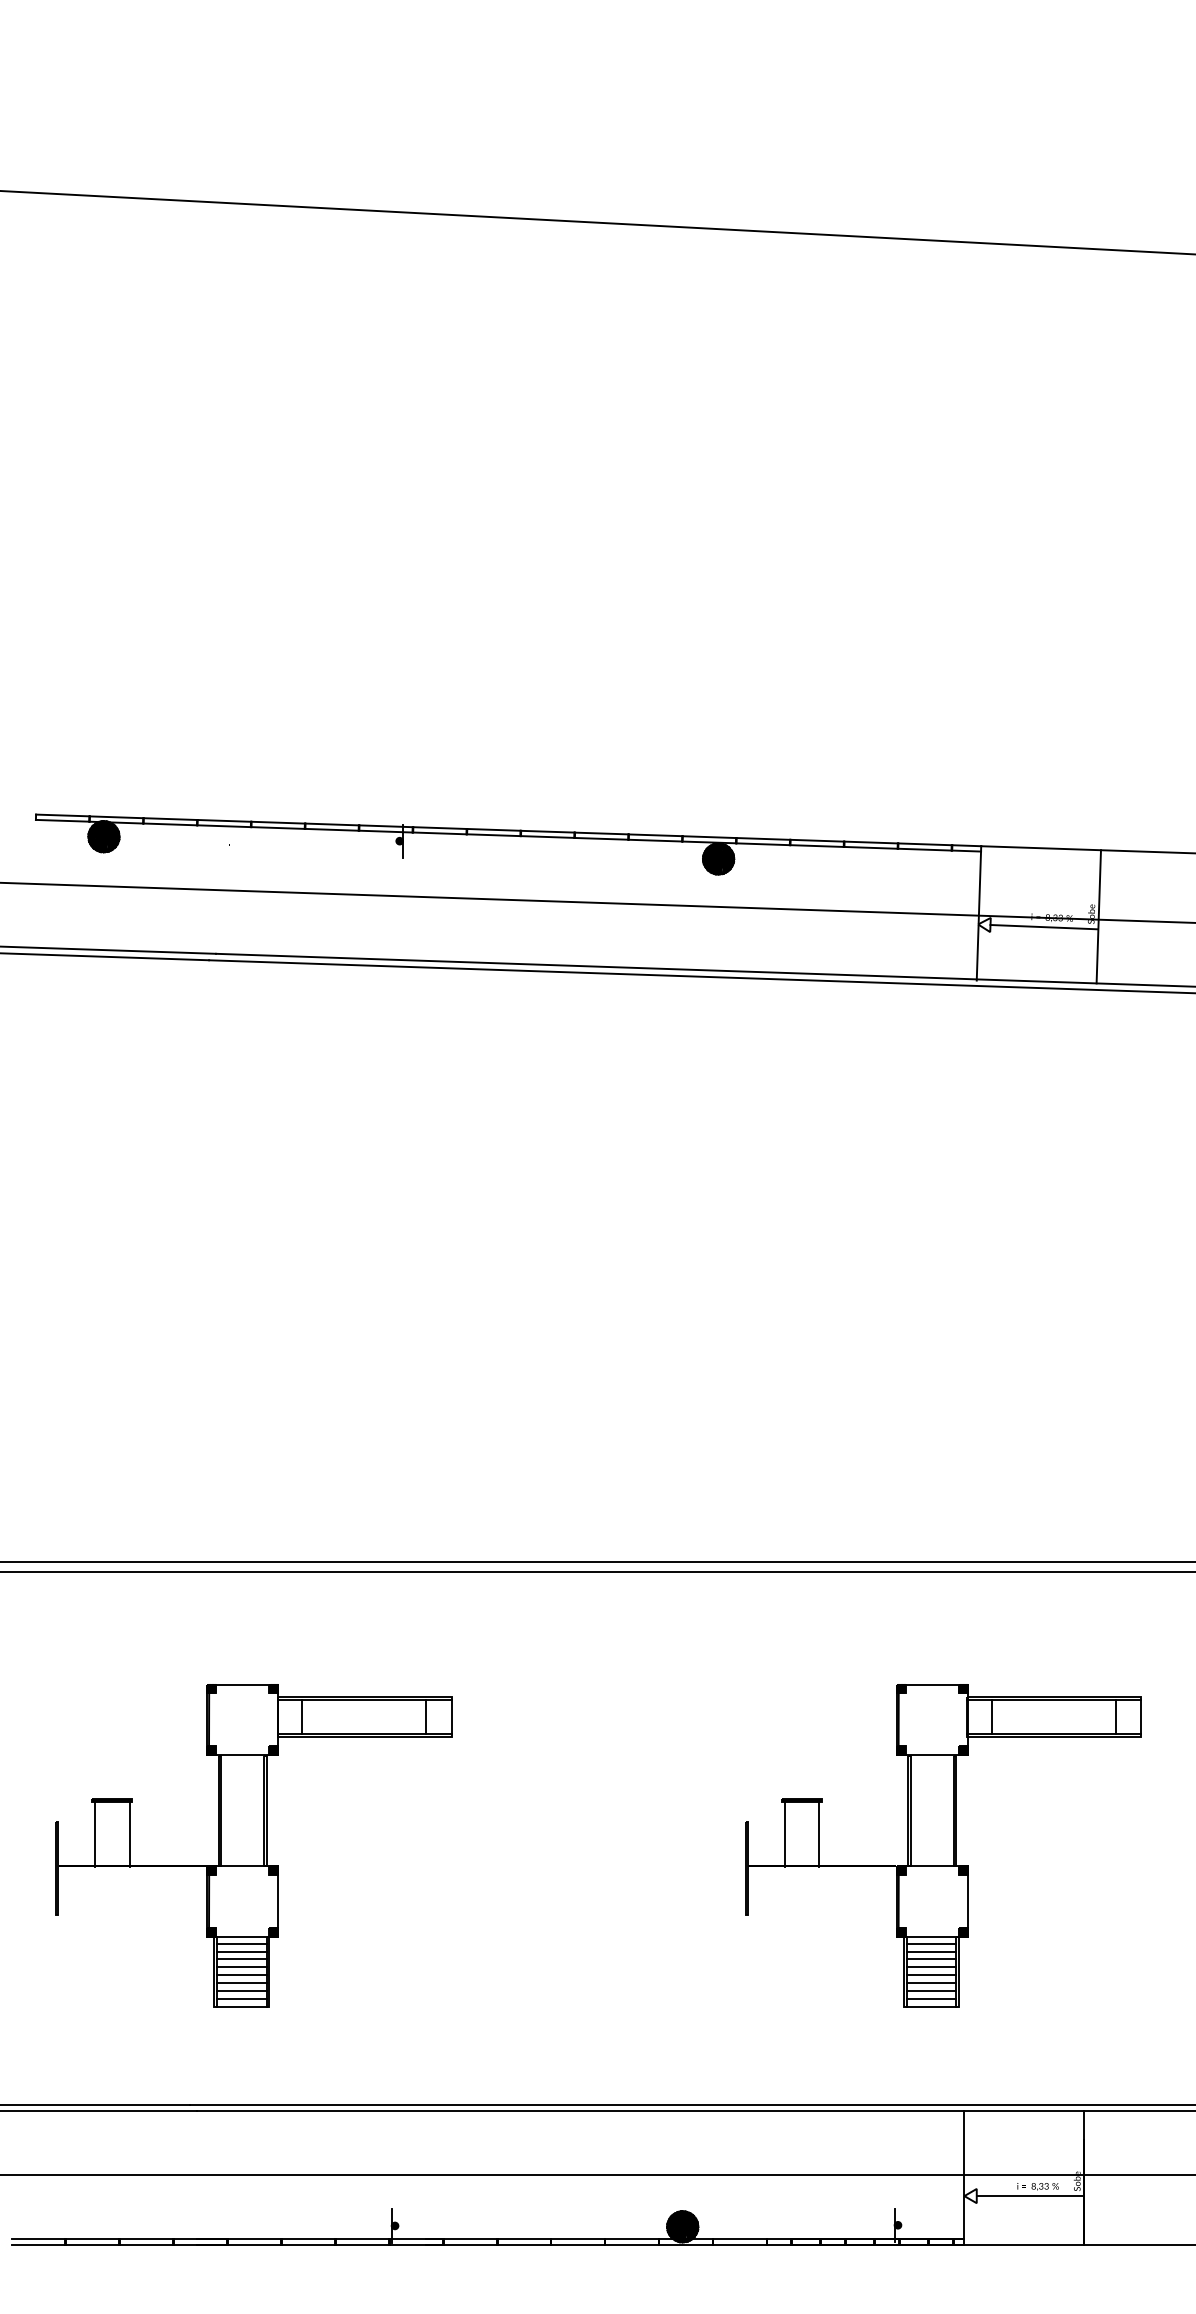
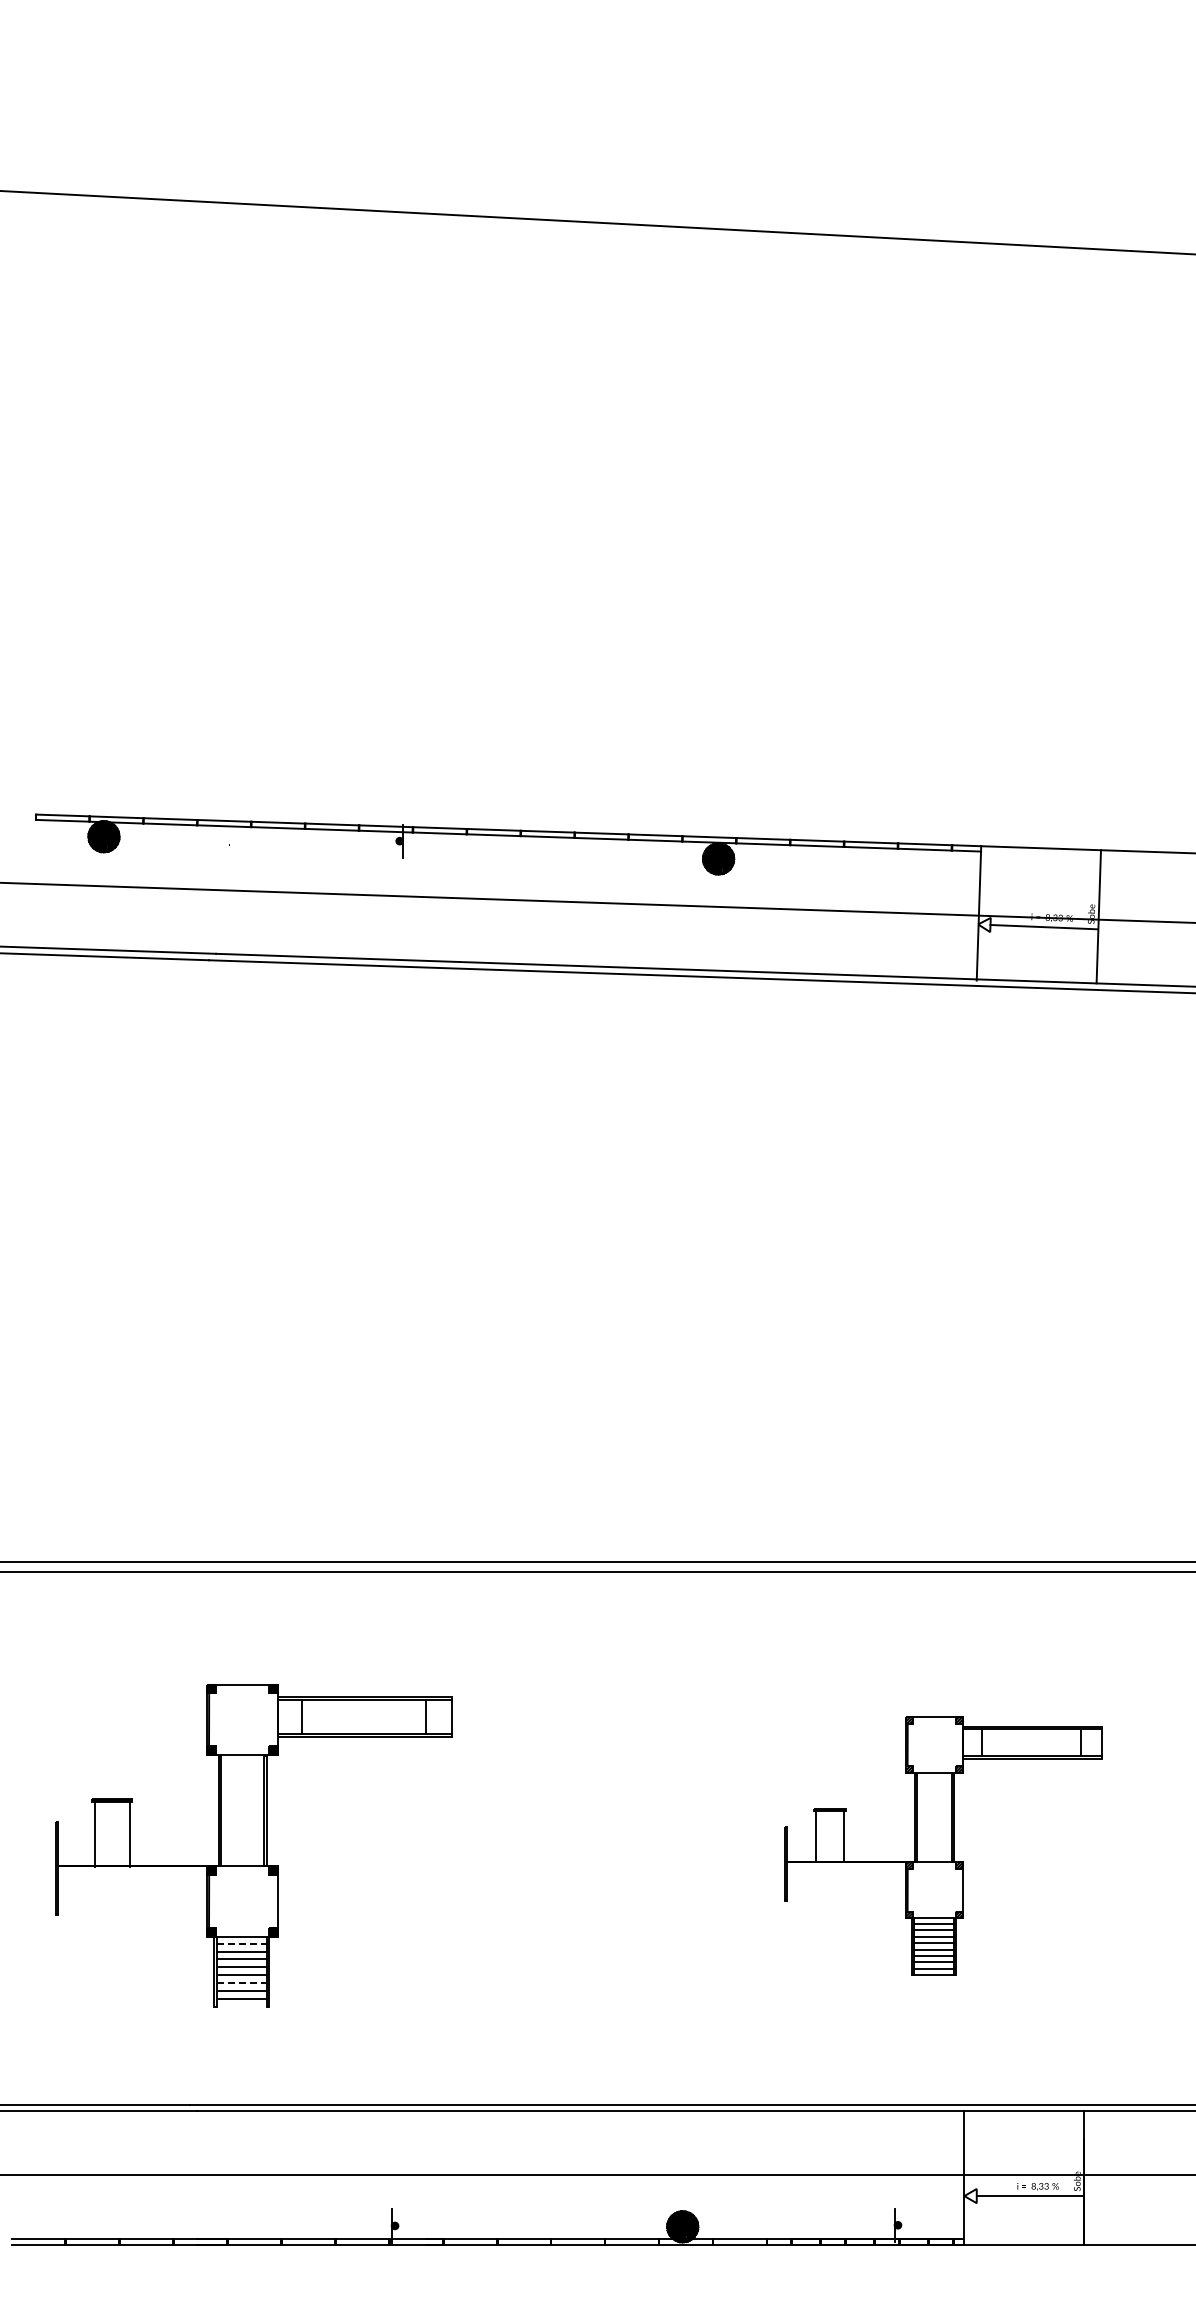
part at (943, 1845) size: 397x324 px -> 319x260 px
line at (241, 1943): solid -> dashed
line at (241, 1983): solid -> dashed
line at (241, 2007): present -> none
